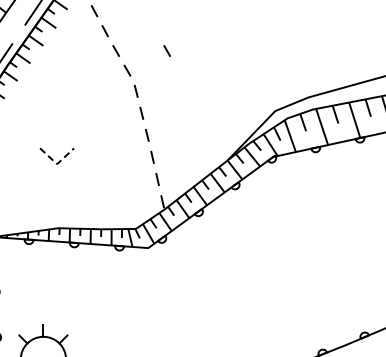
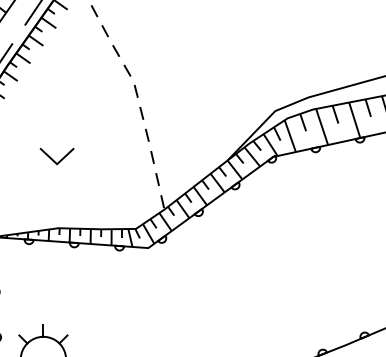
line at (166, 50): present -> none
line at (57, 164): dashed -> solid
